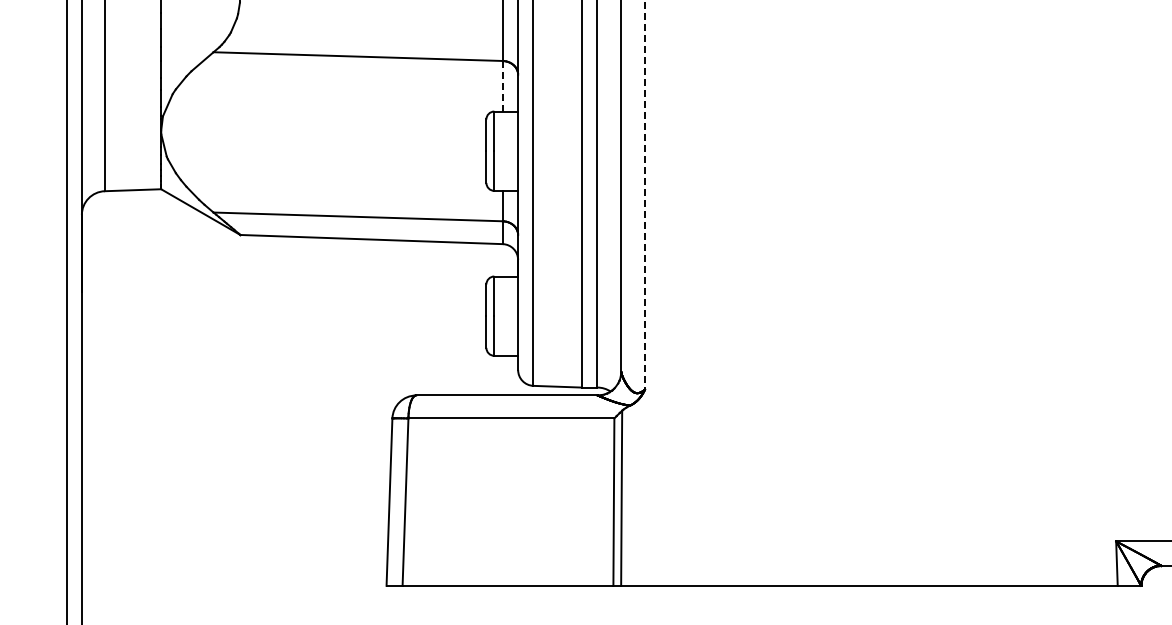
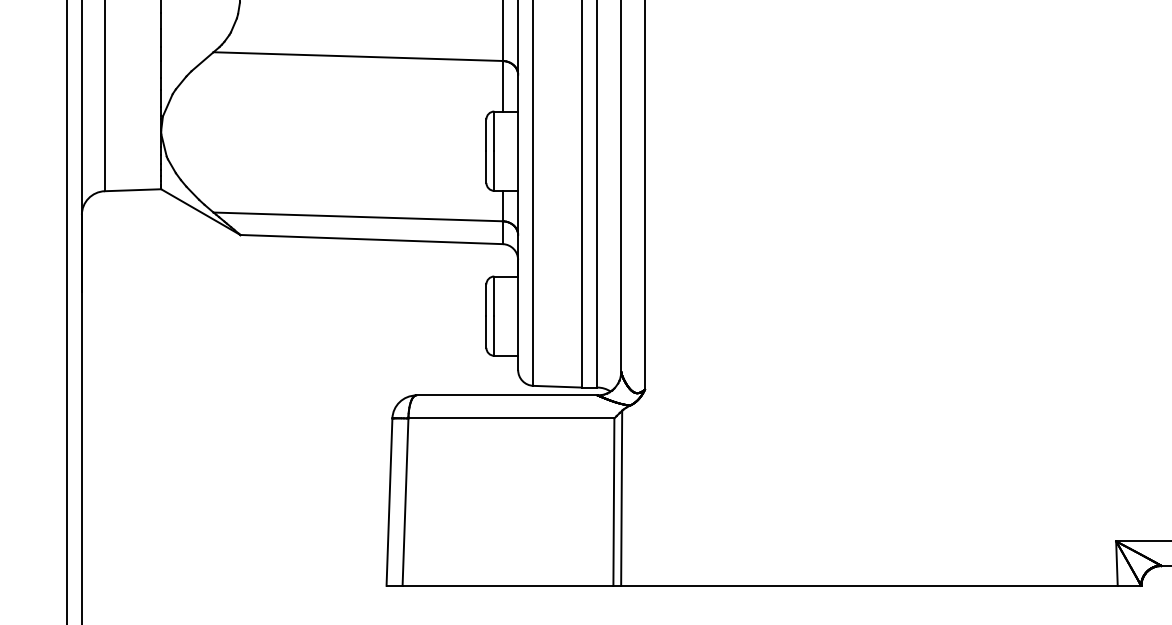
line at (502, 85): dashed -> solid
line at (645, 195): dashed -> solid
